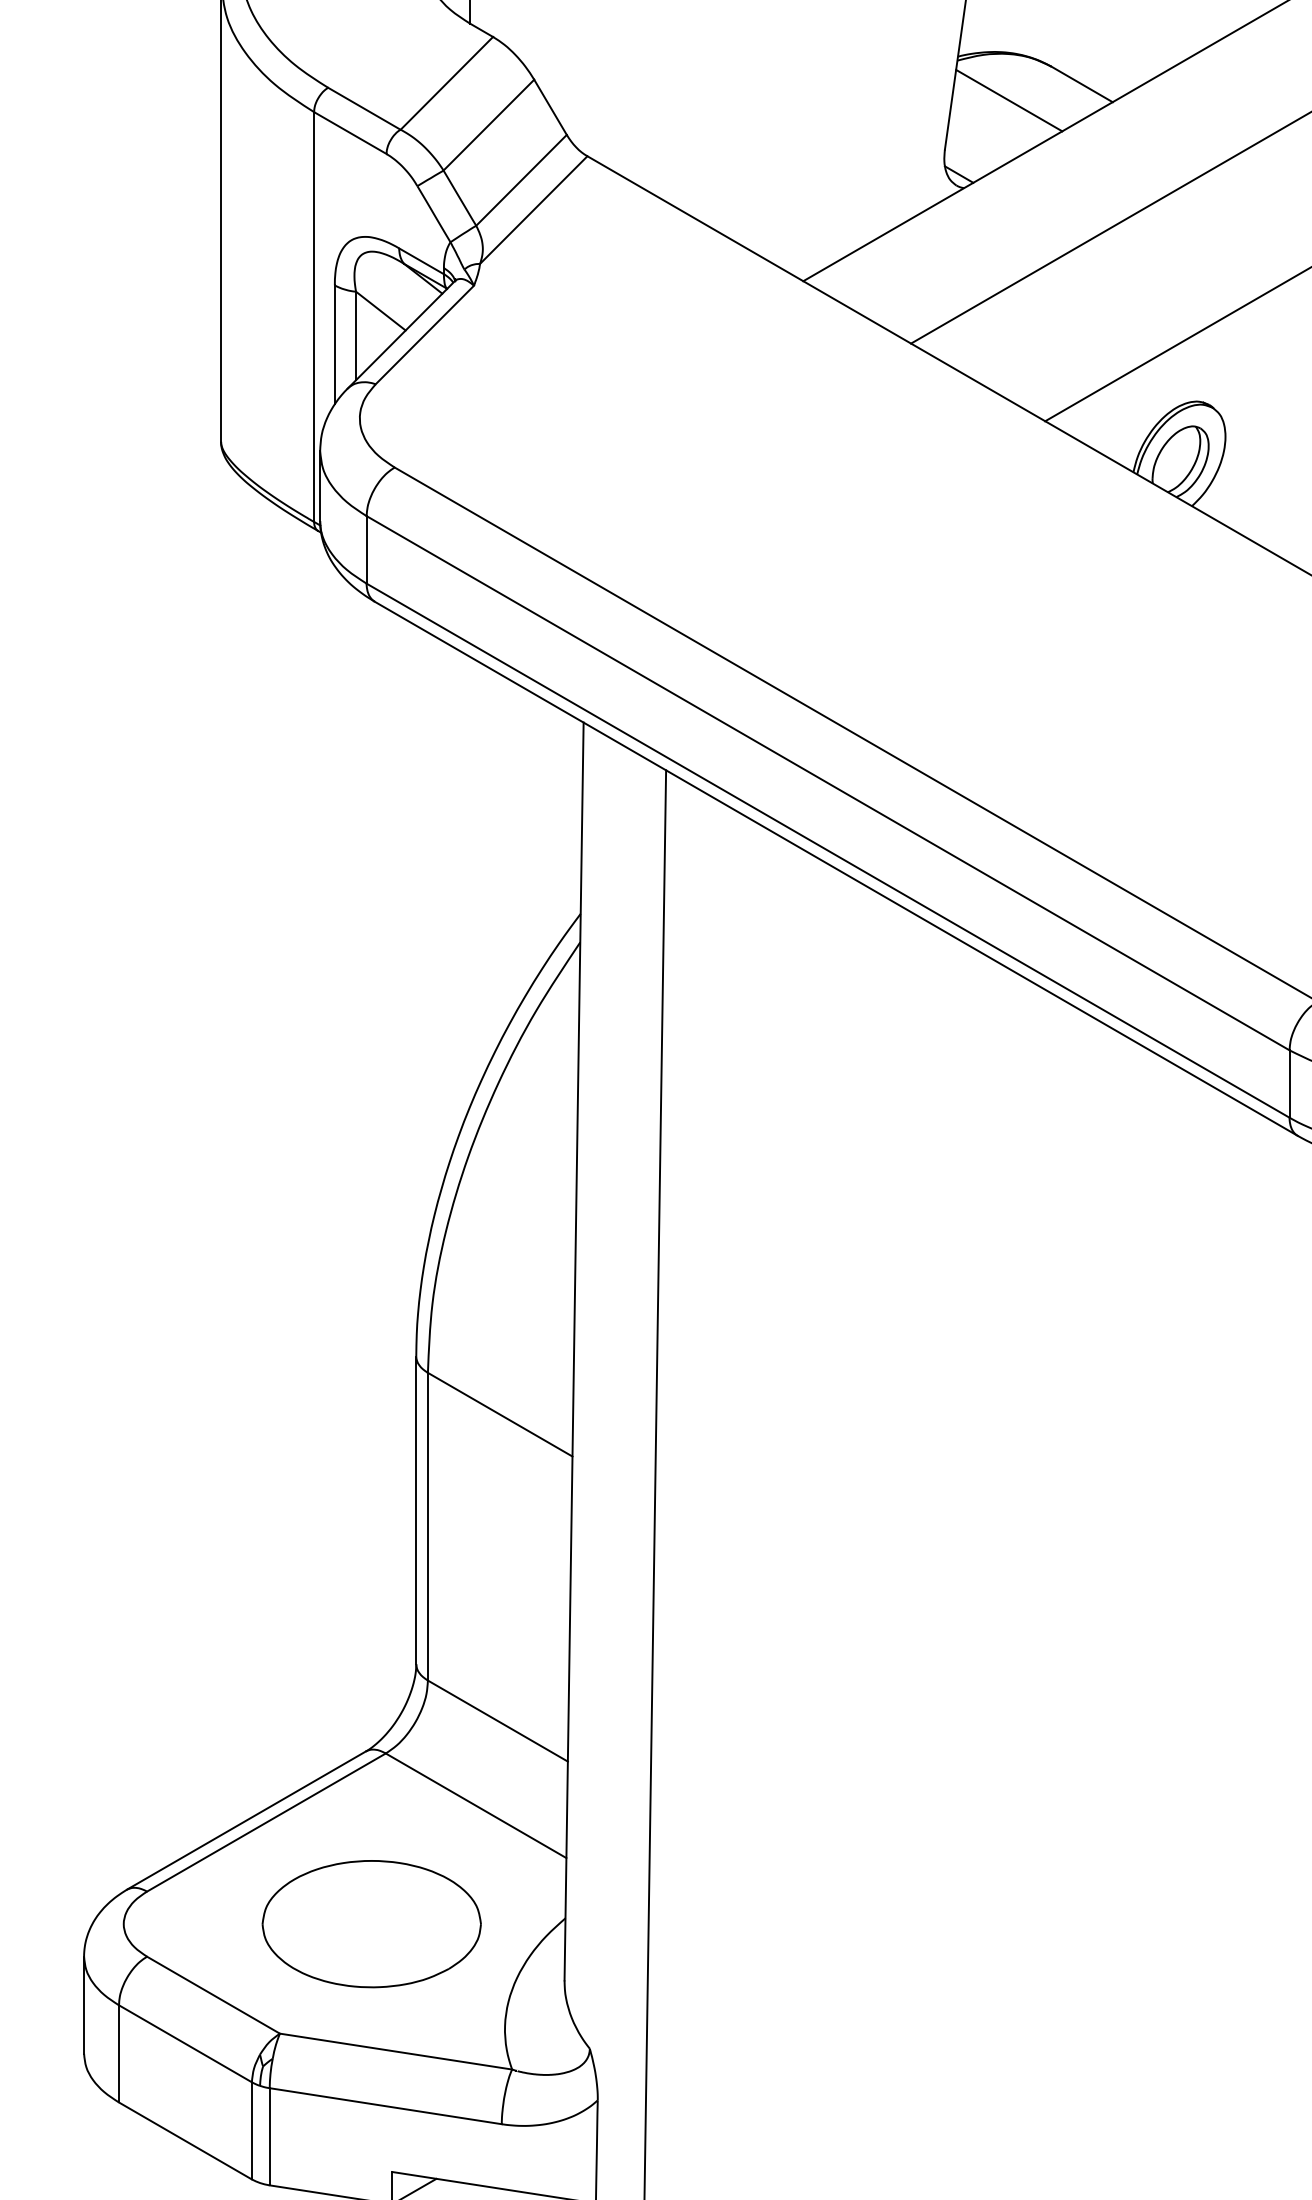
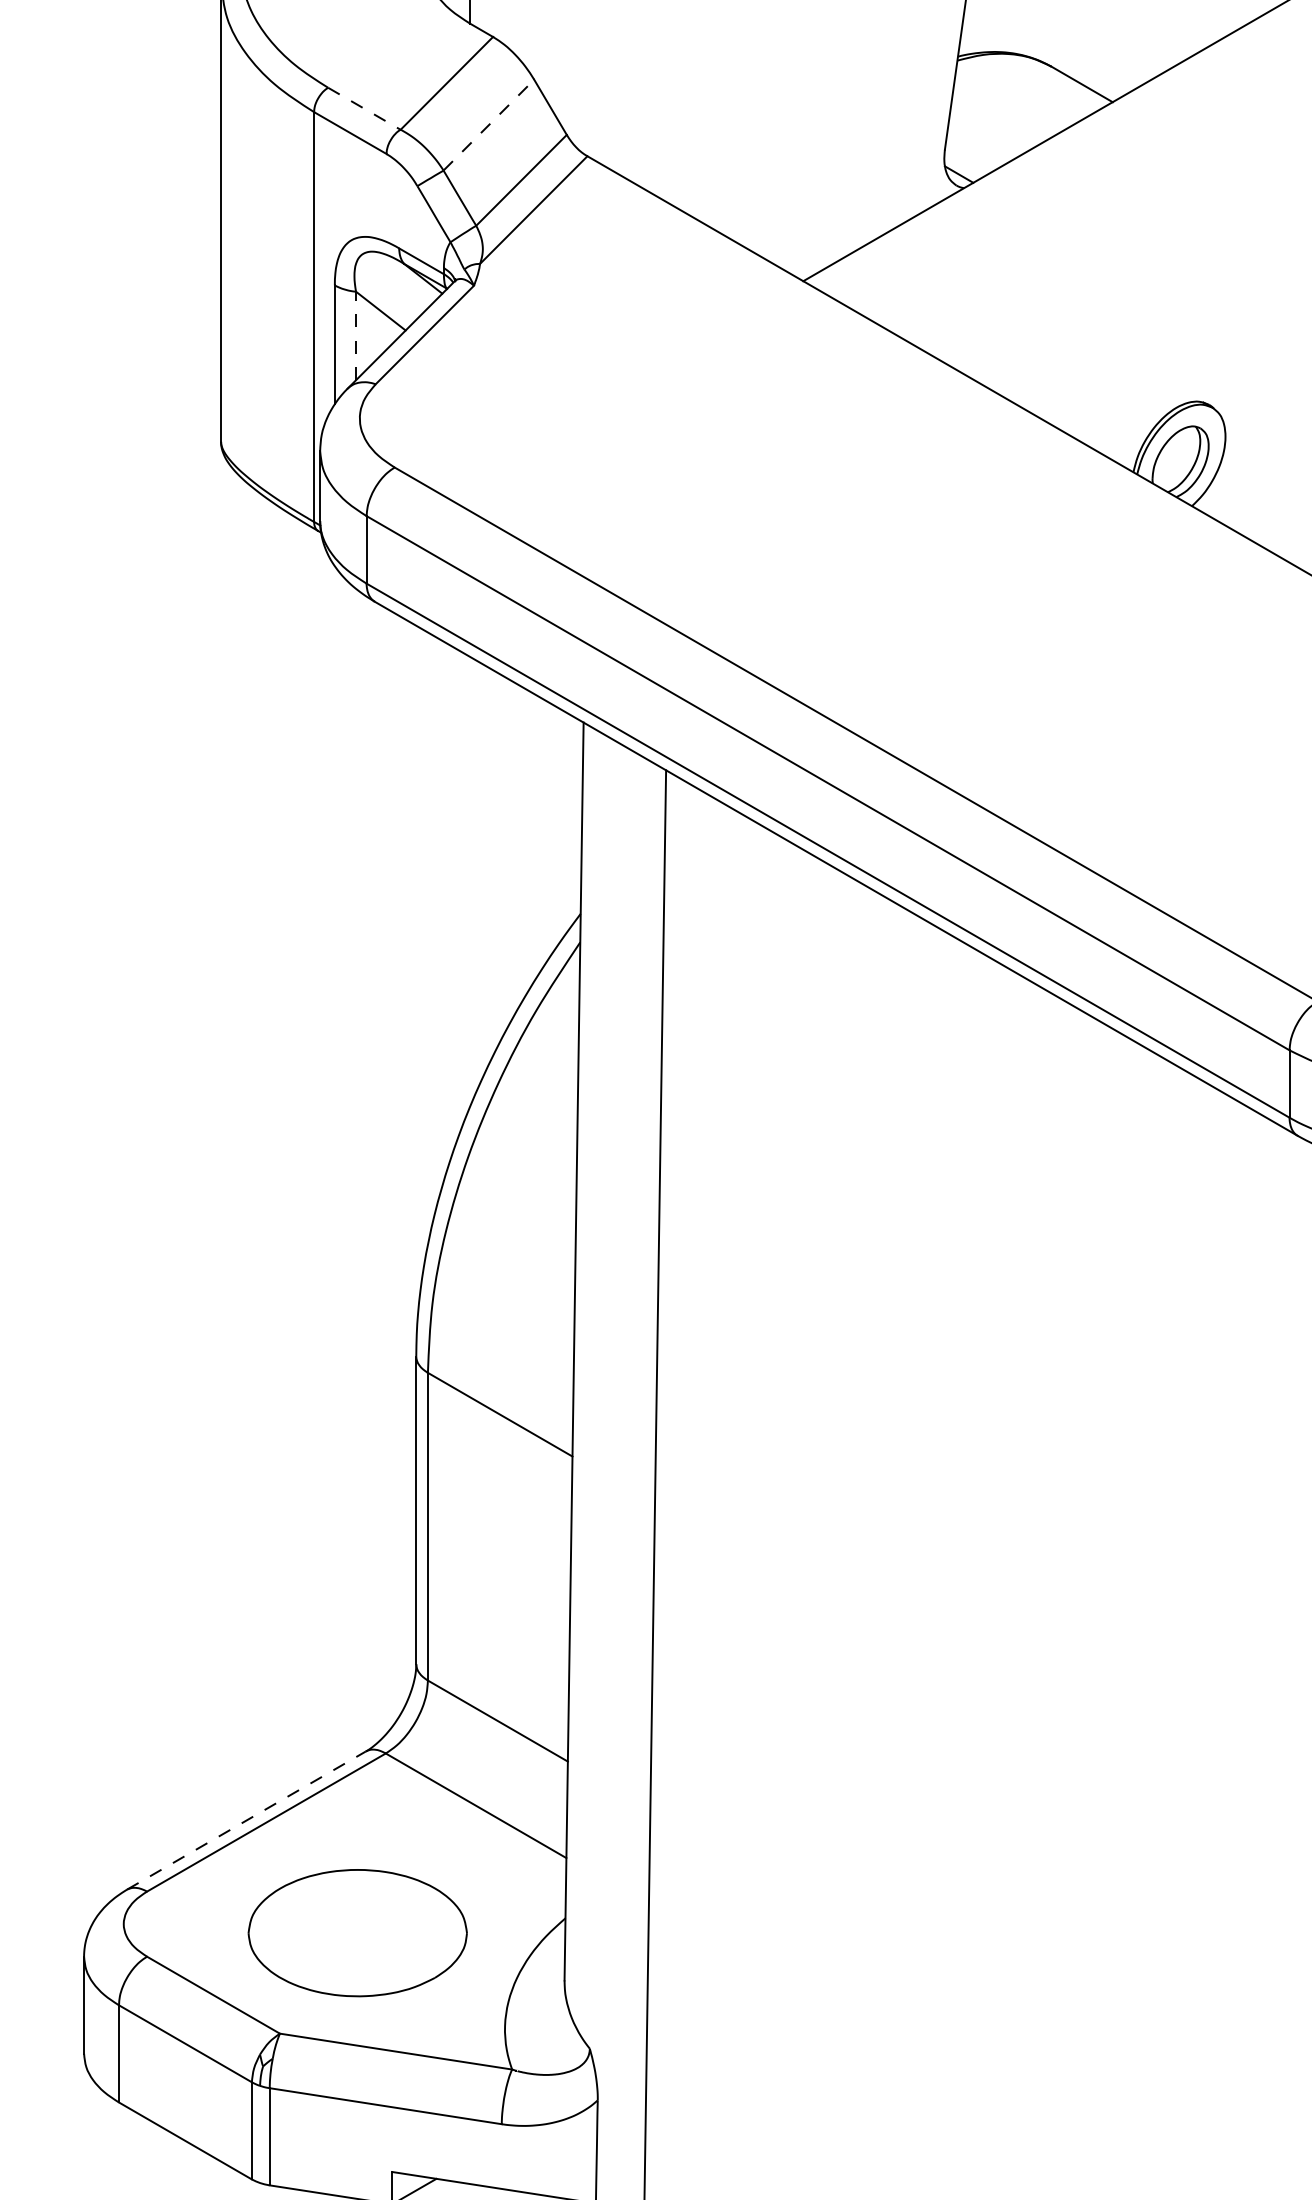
line at (1009, 100): present -> none
line at (364, 108): solid -> dashed
line at (489, 124): solid -> dashed
line at (1109, 228): present -> none
line at (356, 335): solid -> dashed
line at (1176, 344): present -> none
line at (246, 1820): solid -> dashed
part at (371, 1924) position: (371, 1924) -> (357, 1933)
